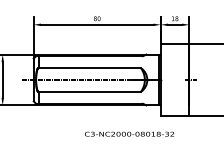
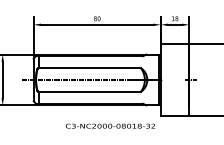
text at (129, 133) position: (129, 133) -> (110, 125)
